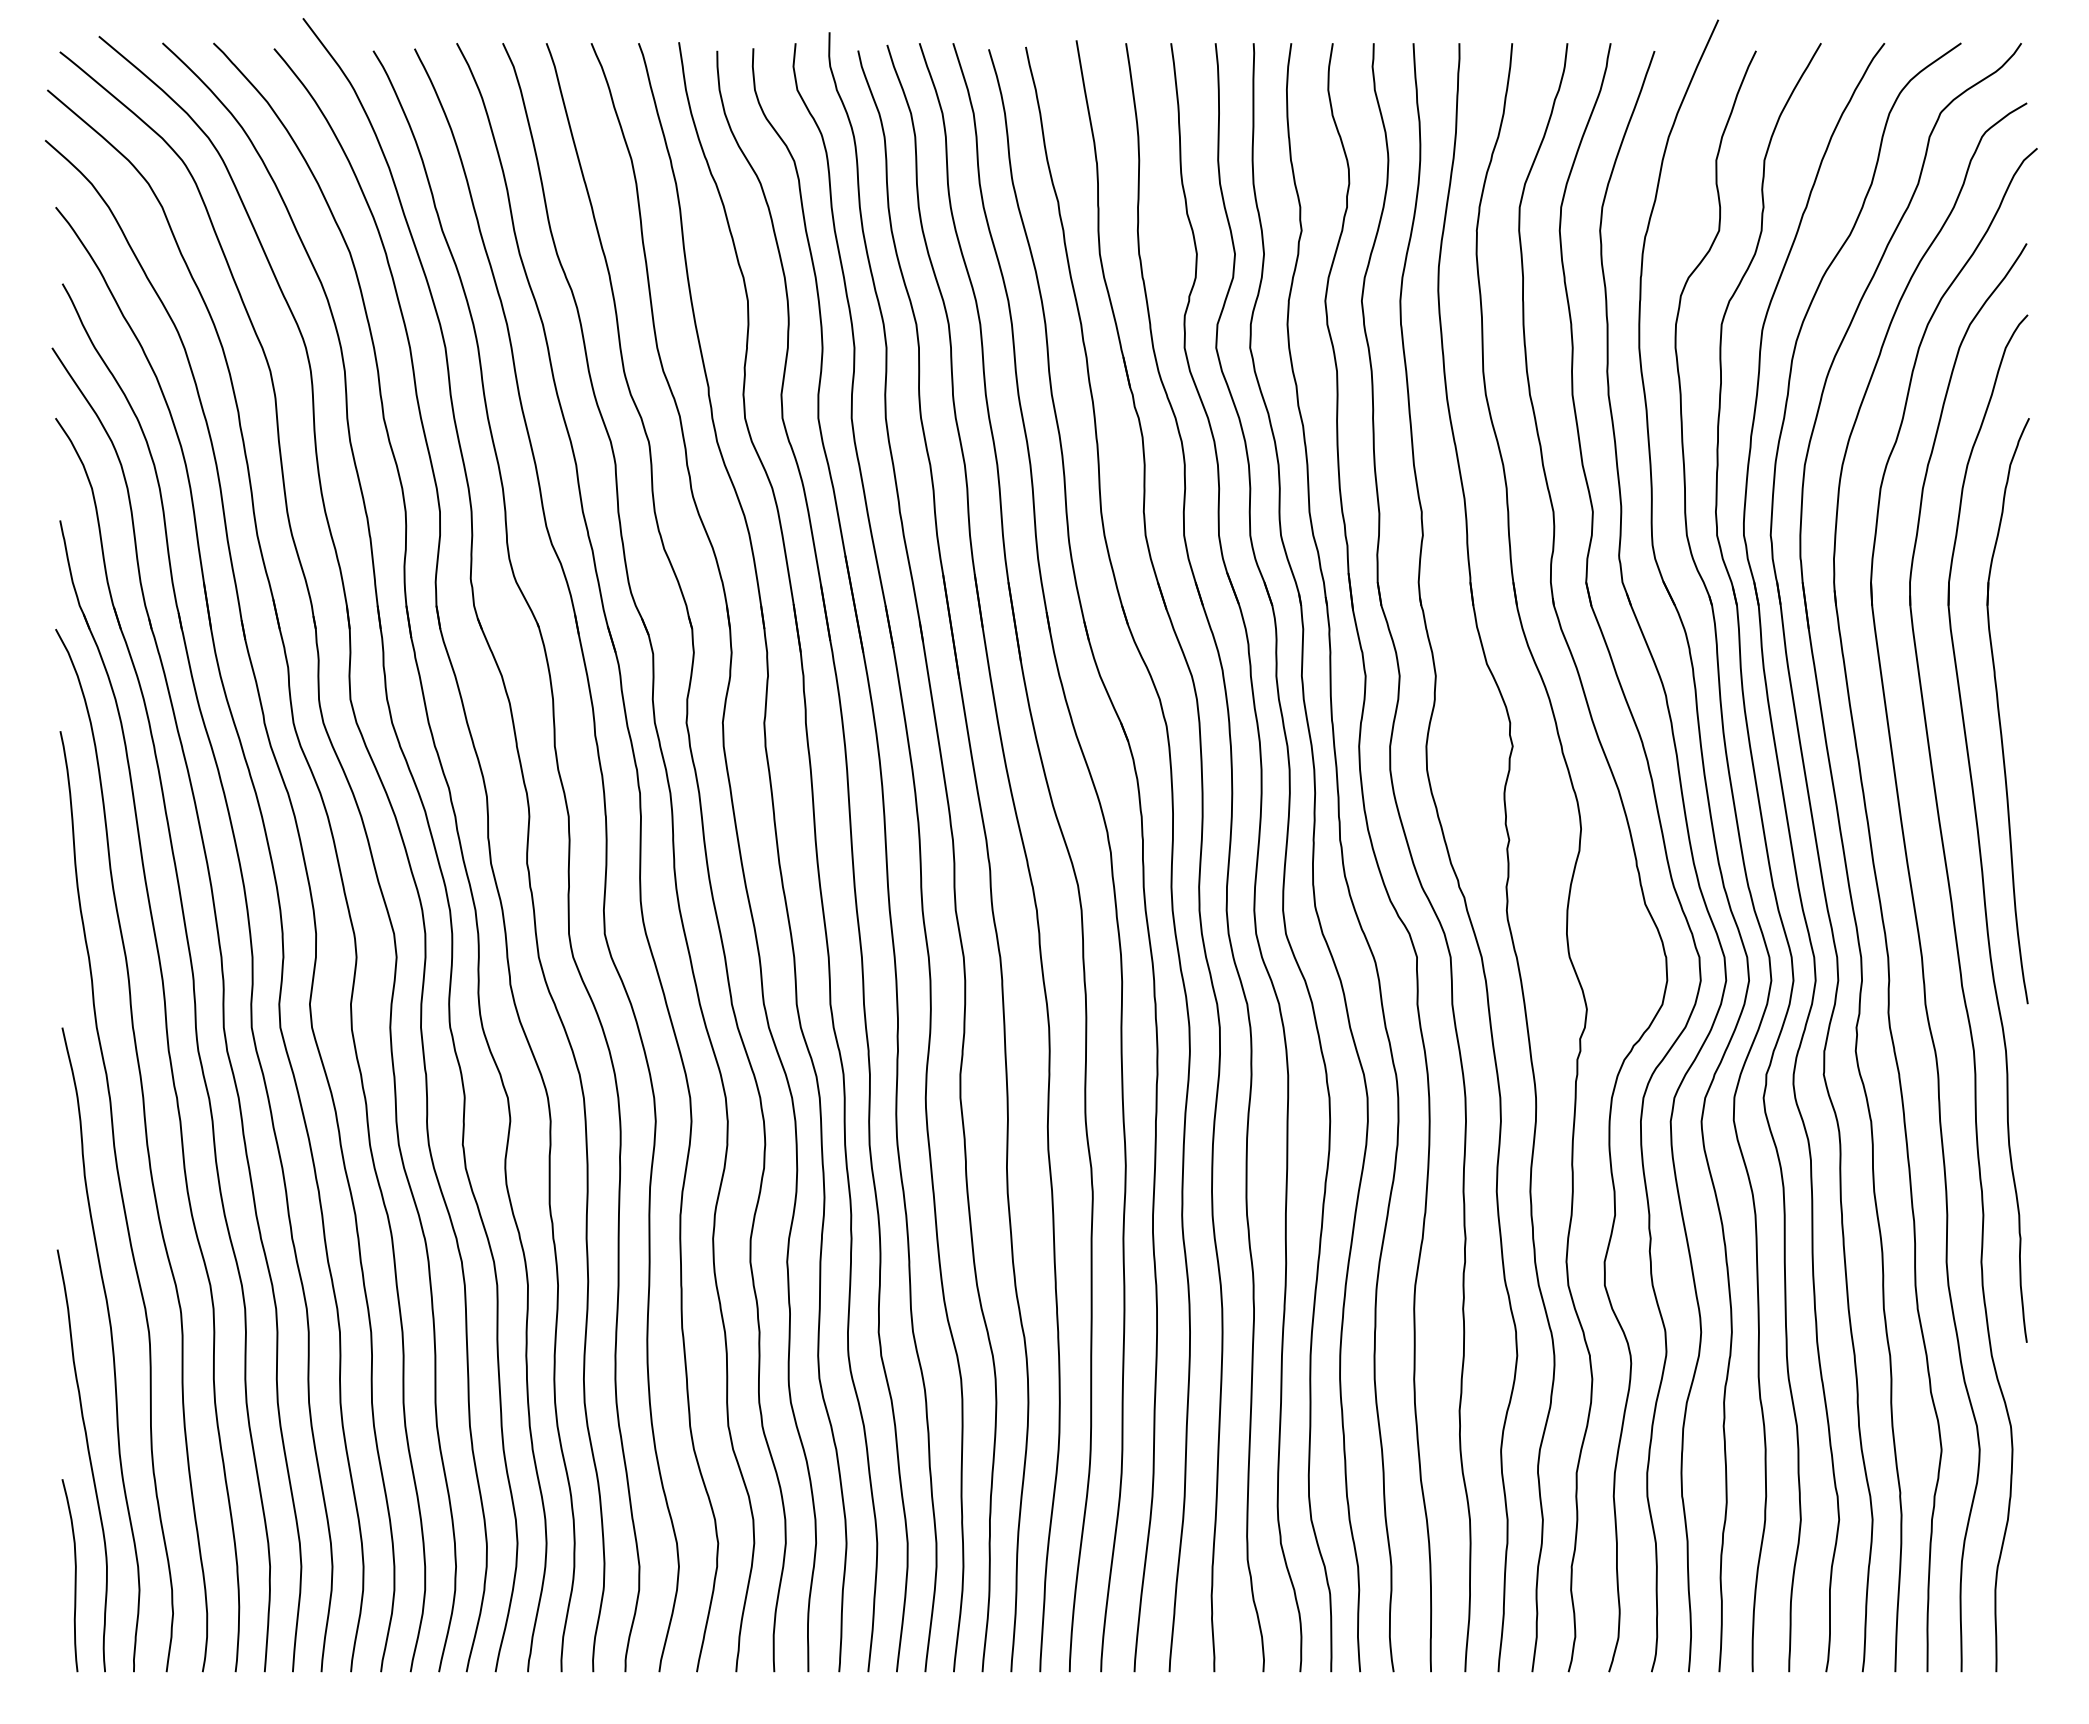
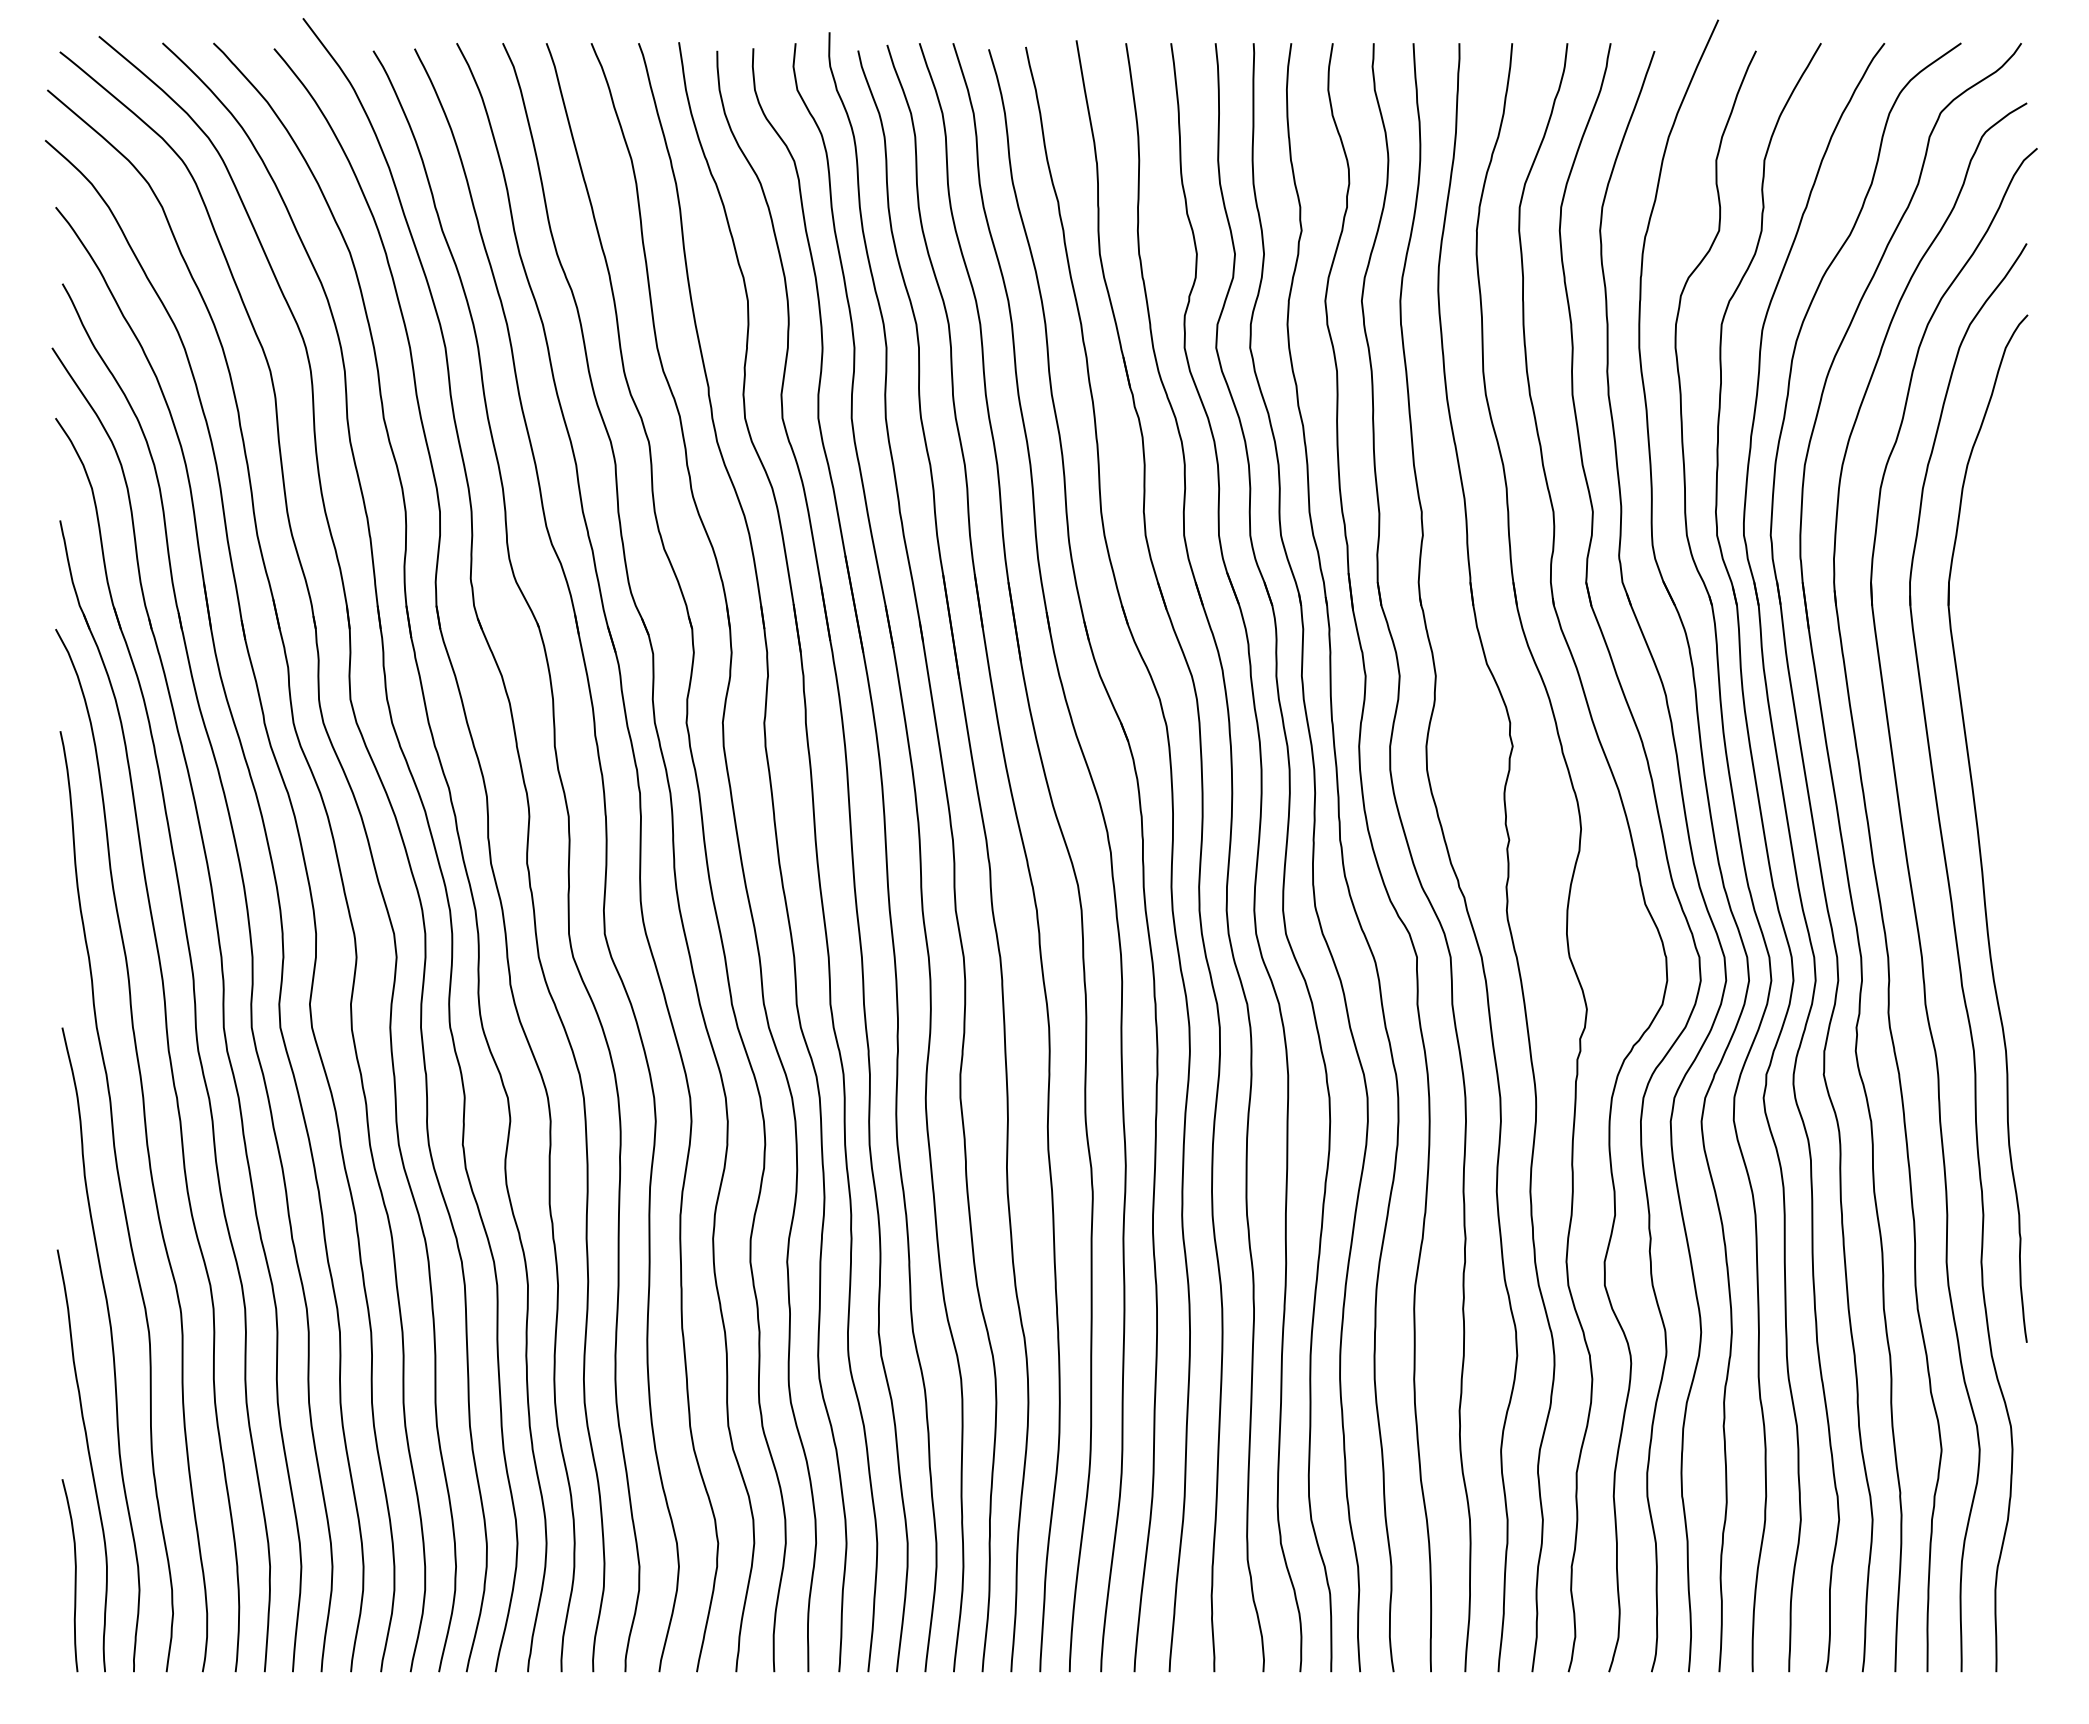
part at (1999, 711): present -> none
